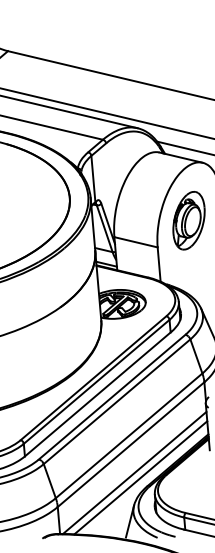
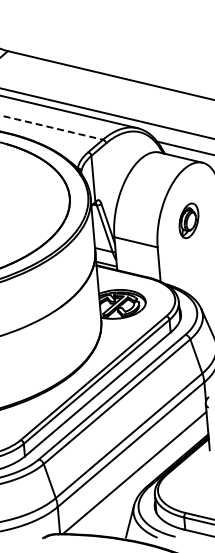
line at (51, 127): solid -> dashed
part at (188, 220) size: 34x60 px -> 22x38 px
line at (140, 477): present -> none
